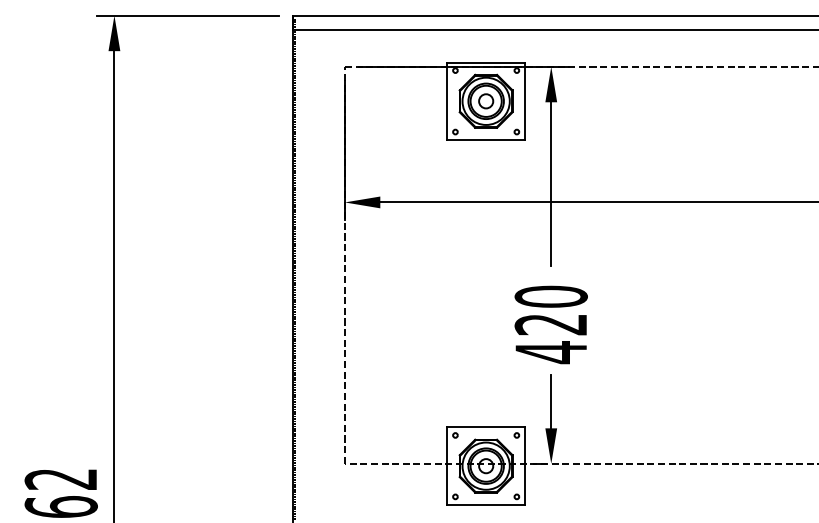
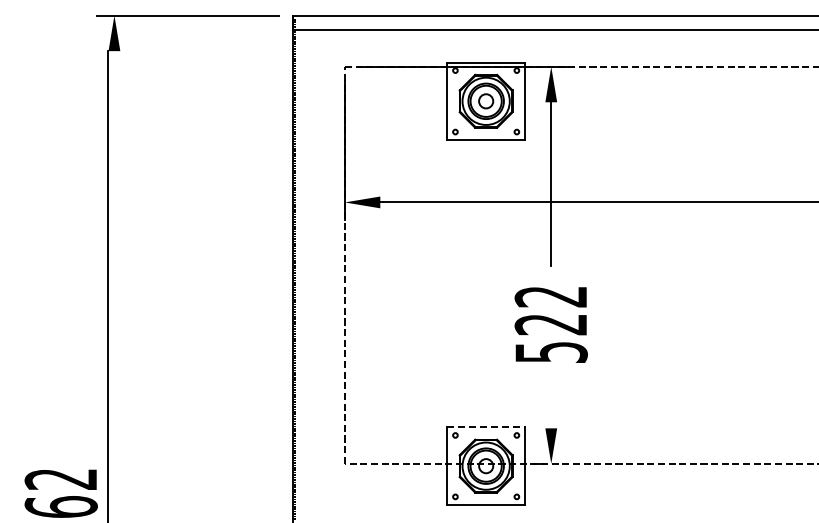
line at (114, 285) position: (114, 285) -> (108, 285)
text at (550, 324): 420 -> 522
line at (551, 401): present -> none
line at (486, 427): solid -> dashed
